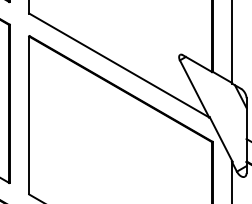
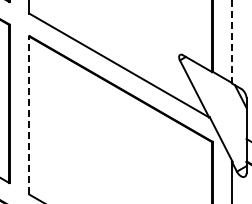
line at (232, 41): solid -> dashed
line at (29, 115): solid -> dashed
